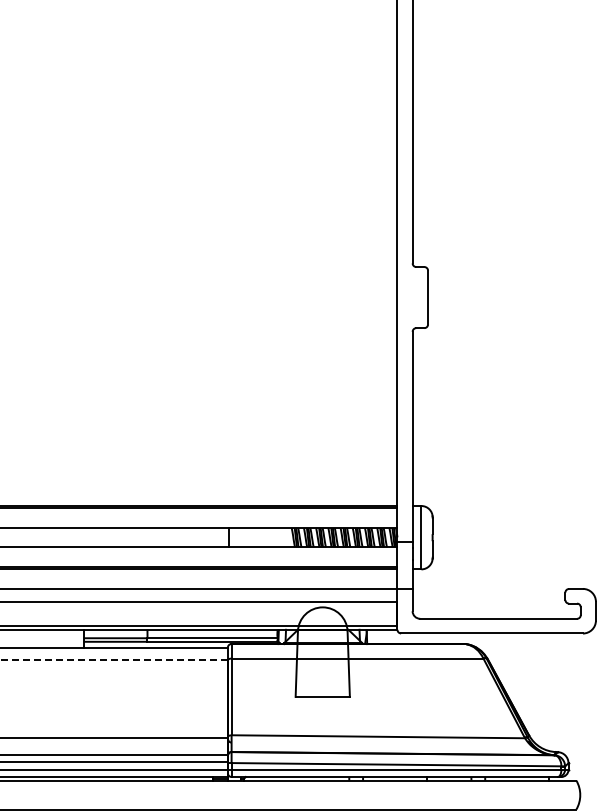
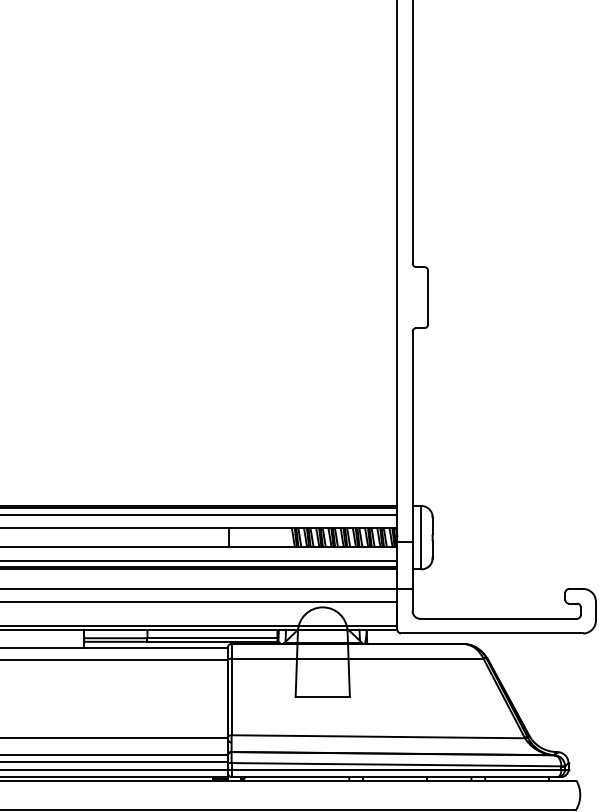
line at (199, 514): none -> present
line at (199, 560): none -> present
line at (114, 660): dashed -> solid
